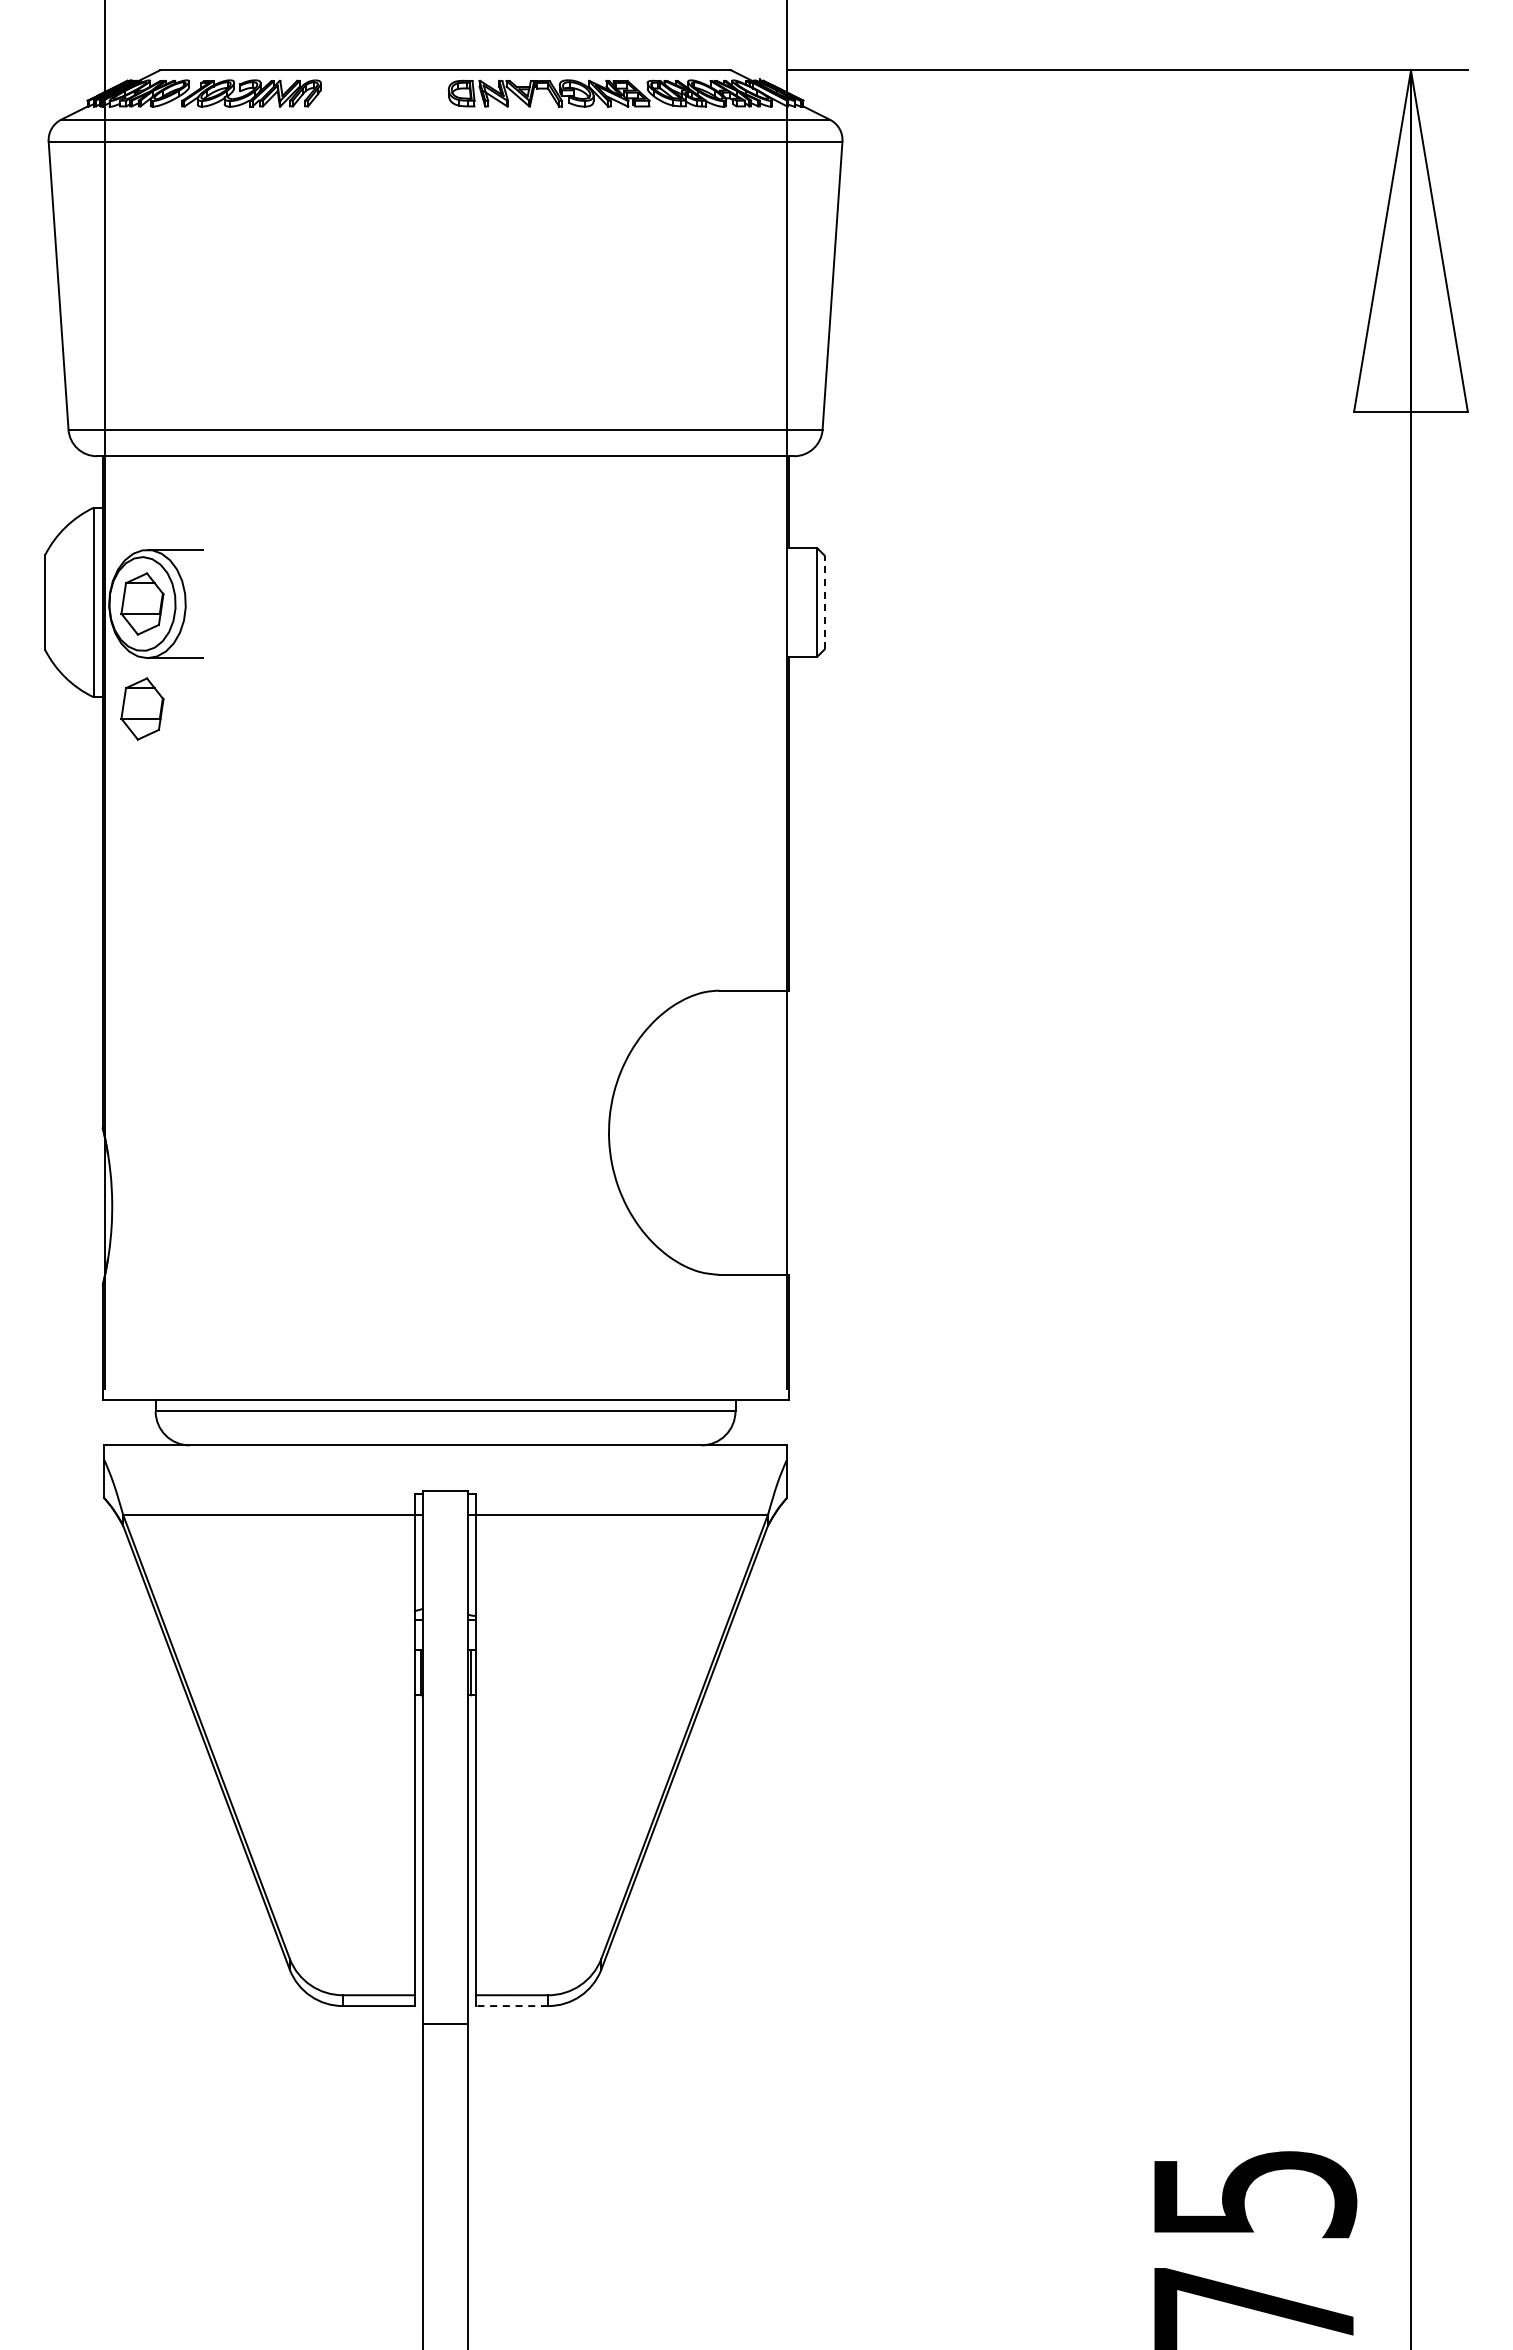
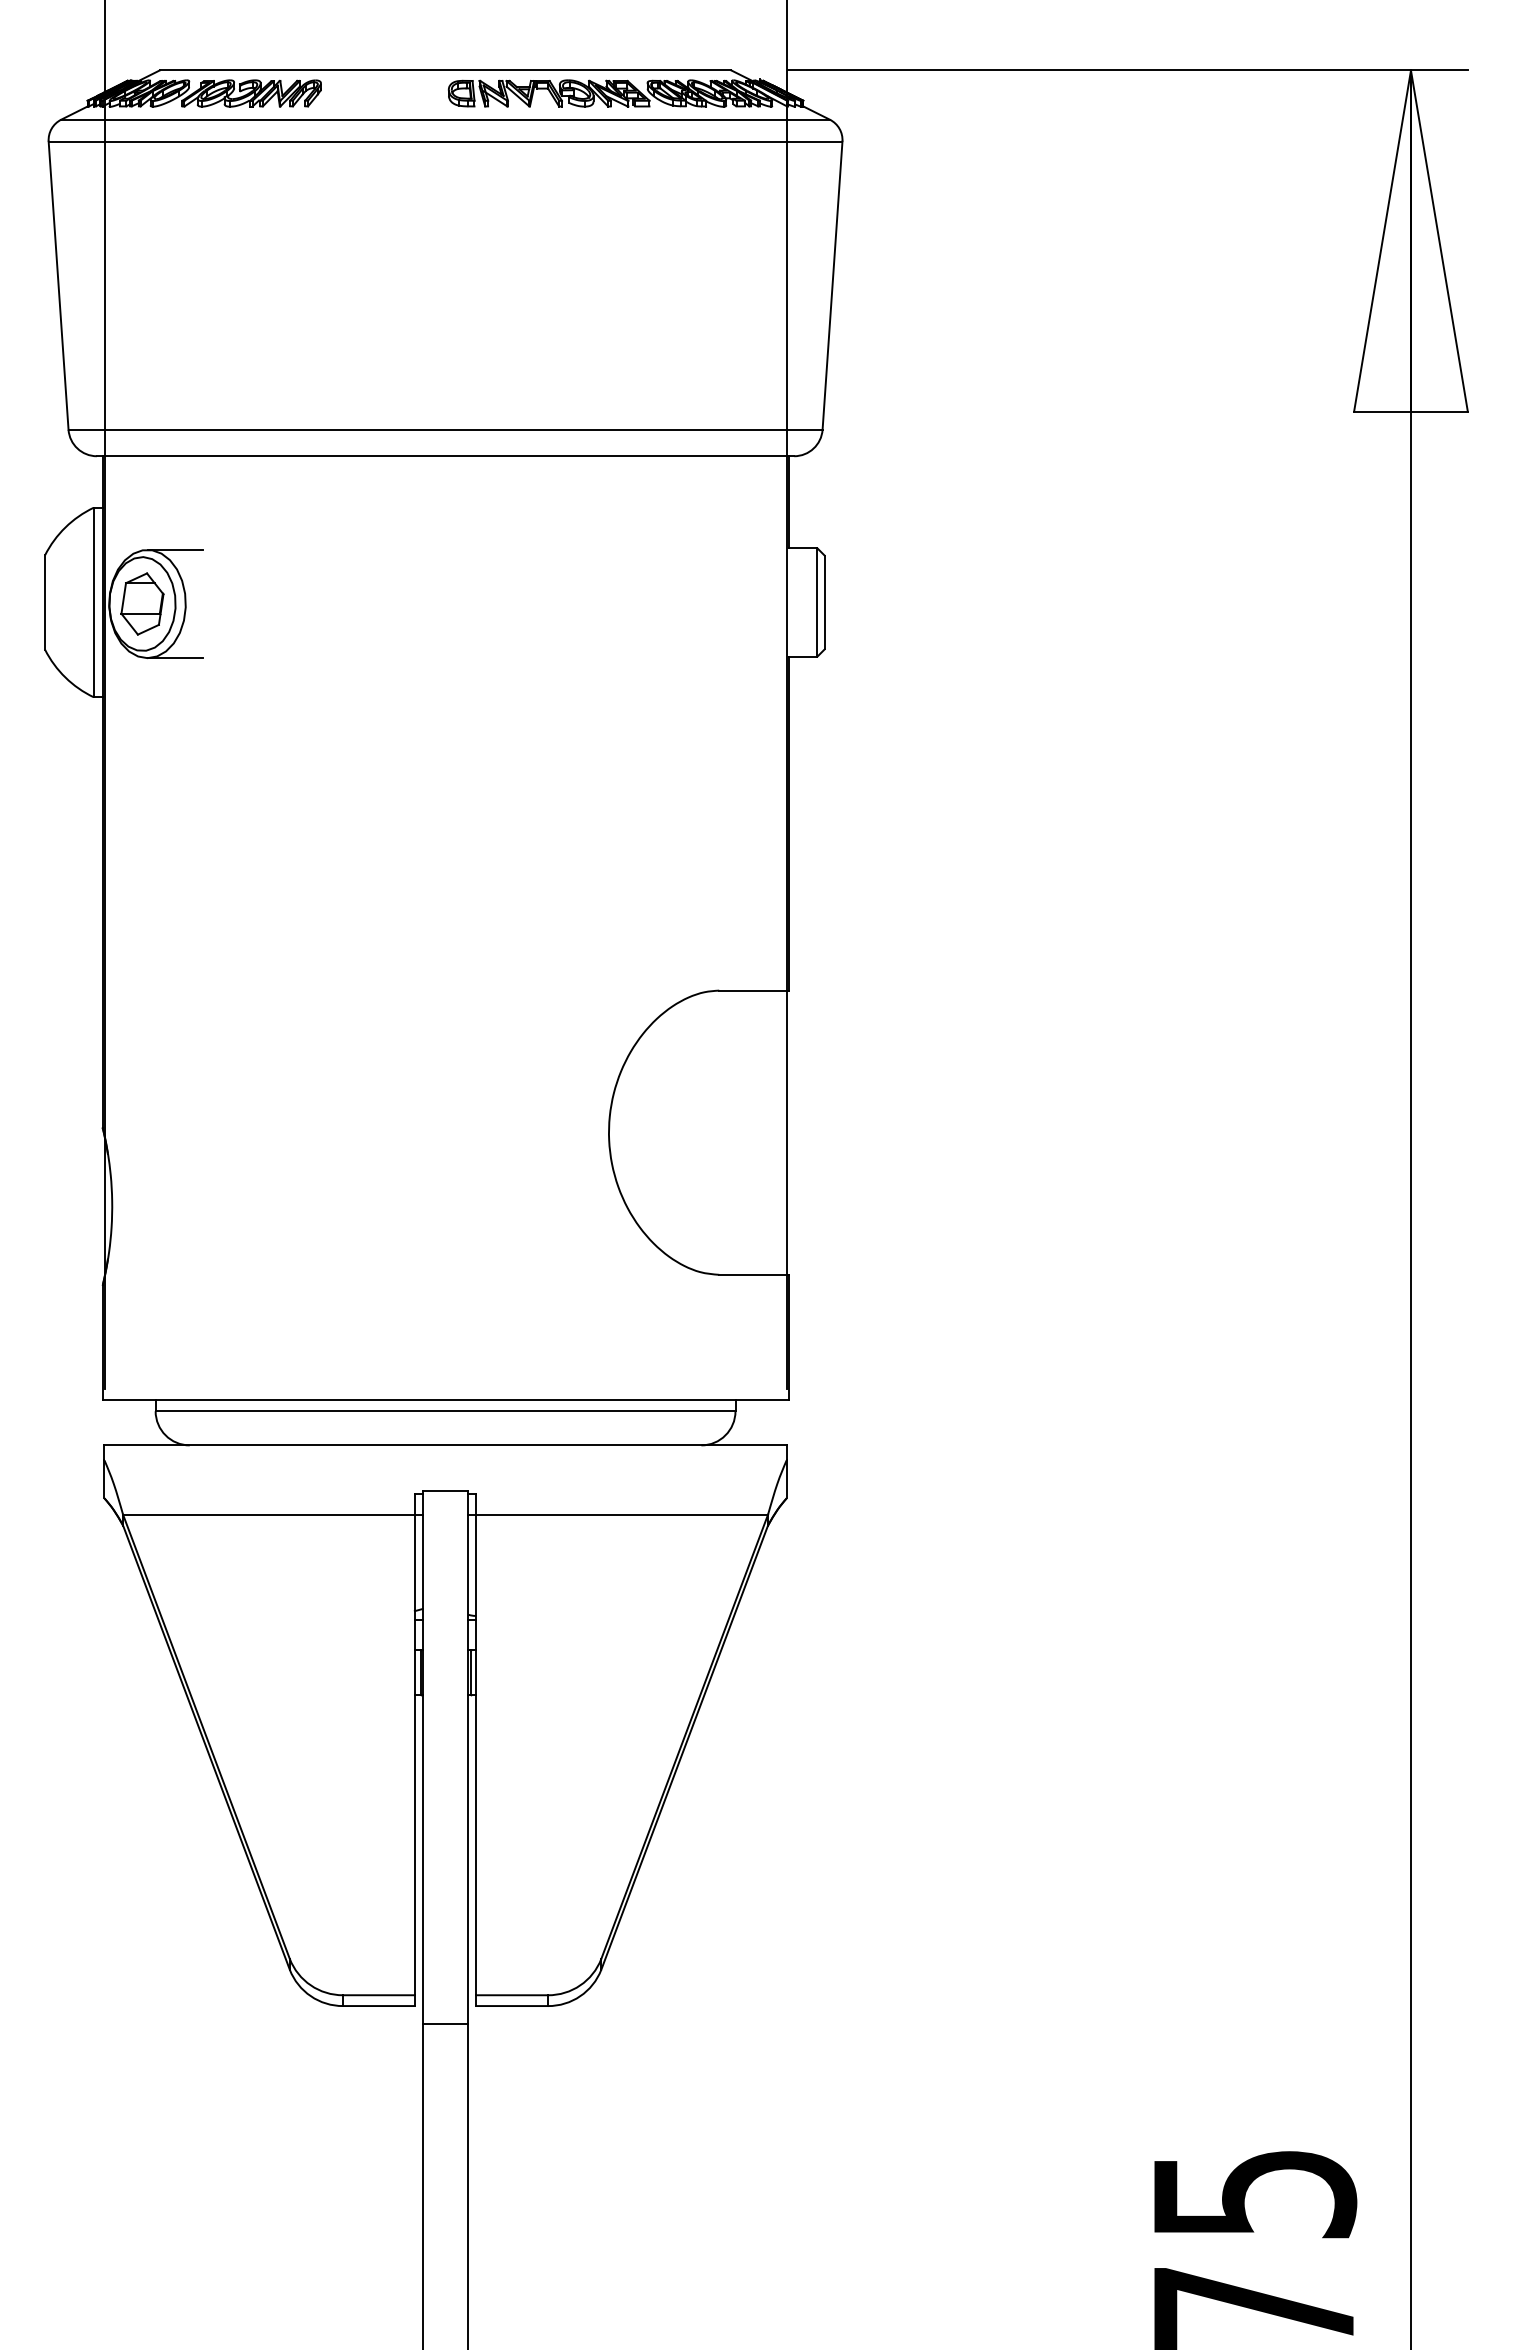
line at (824, 602): dashed -> solid
part at (142, 708): present -> none
line at (512, 2006): dashed -> solid
